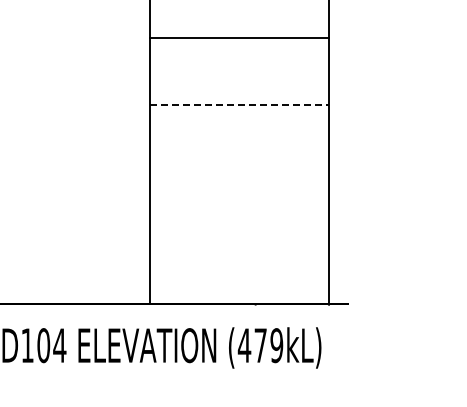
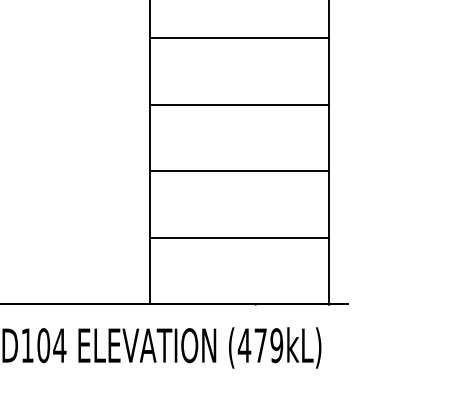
line at (239, 104): dashed -> solid
line at (238, 171): none -> present
line at (238, 237): none -> present
